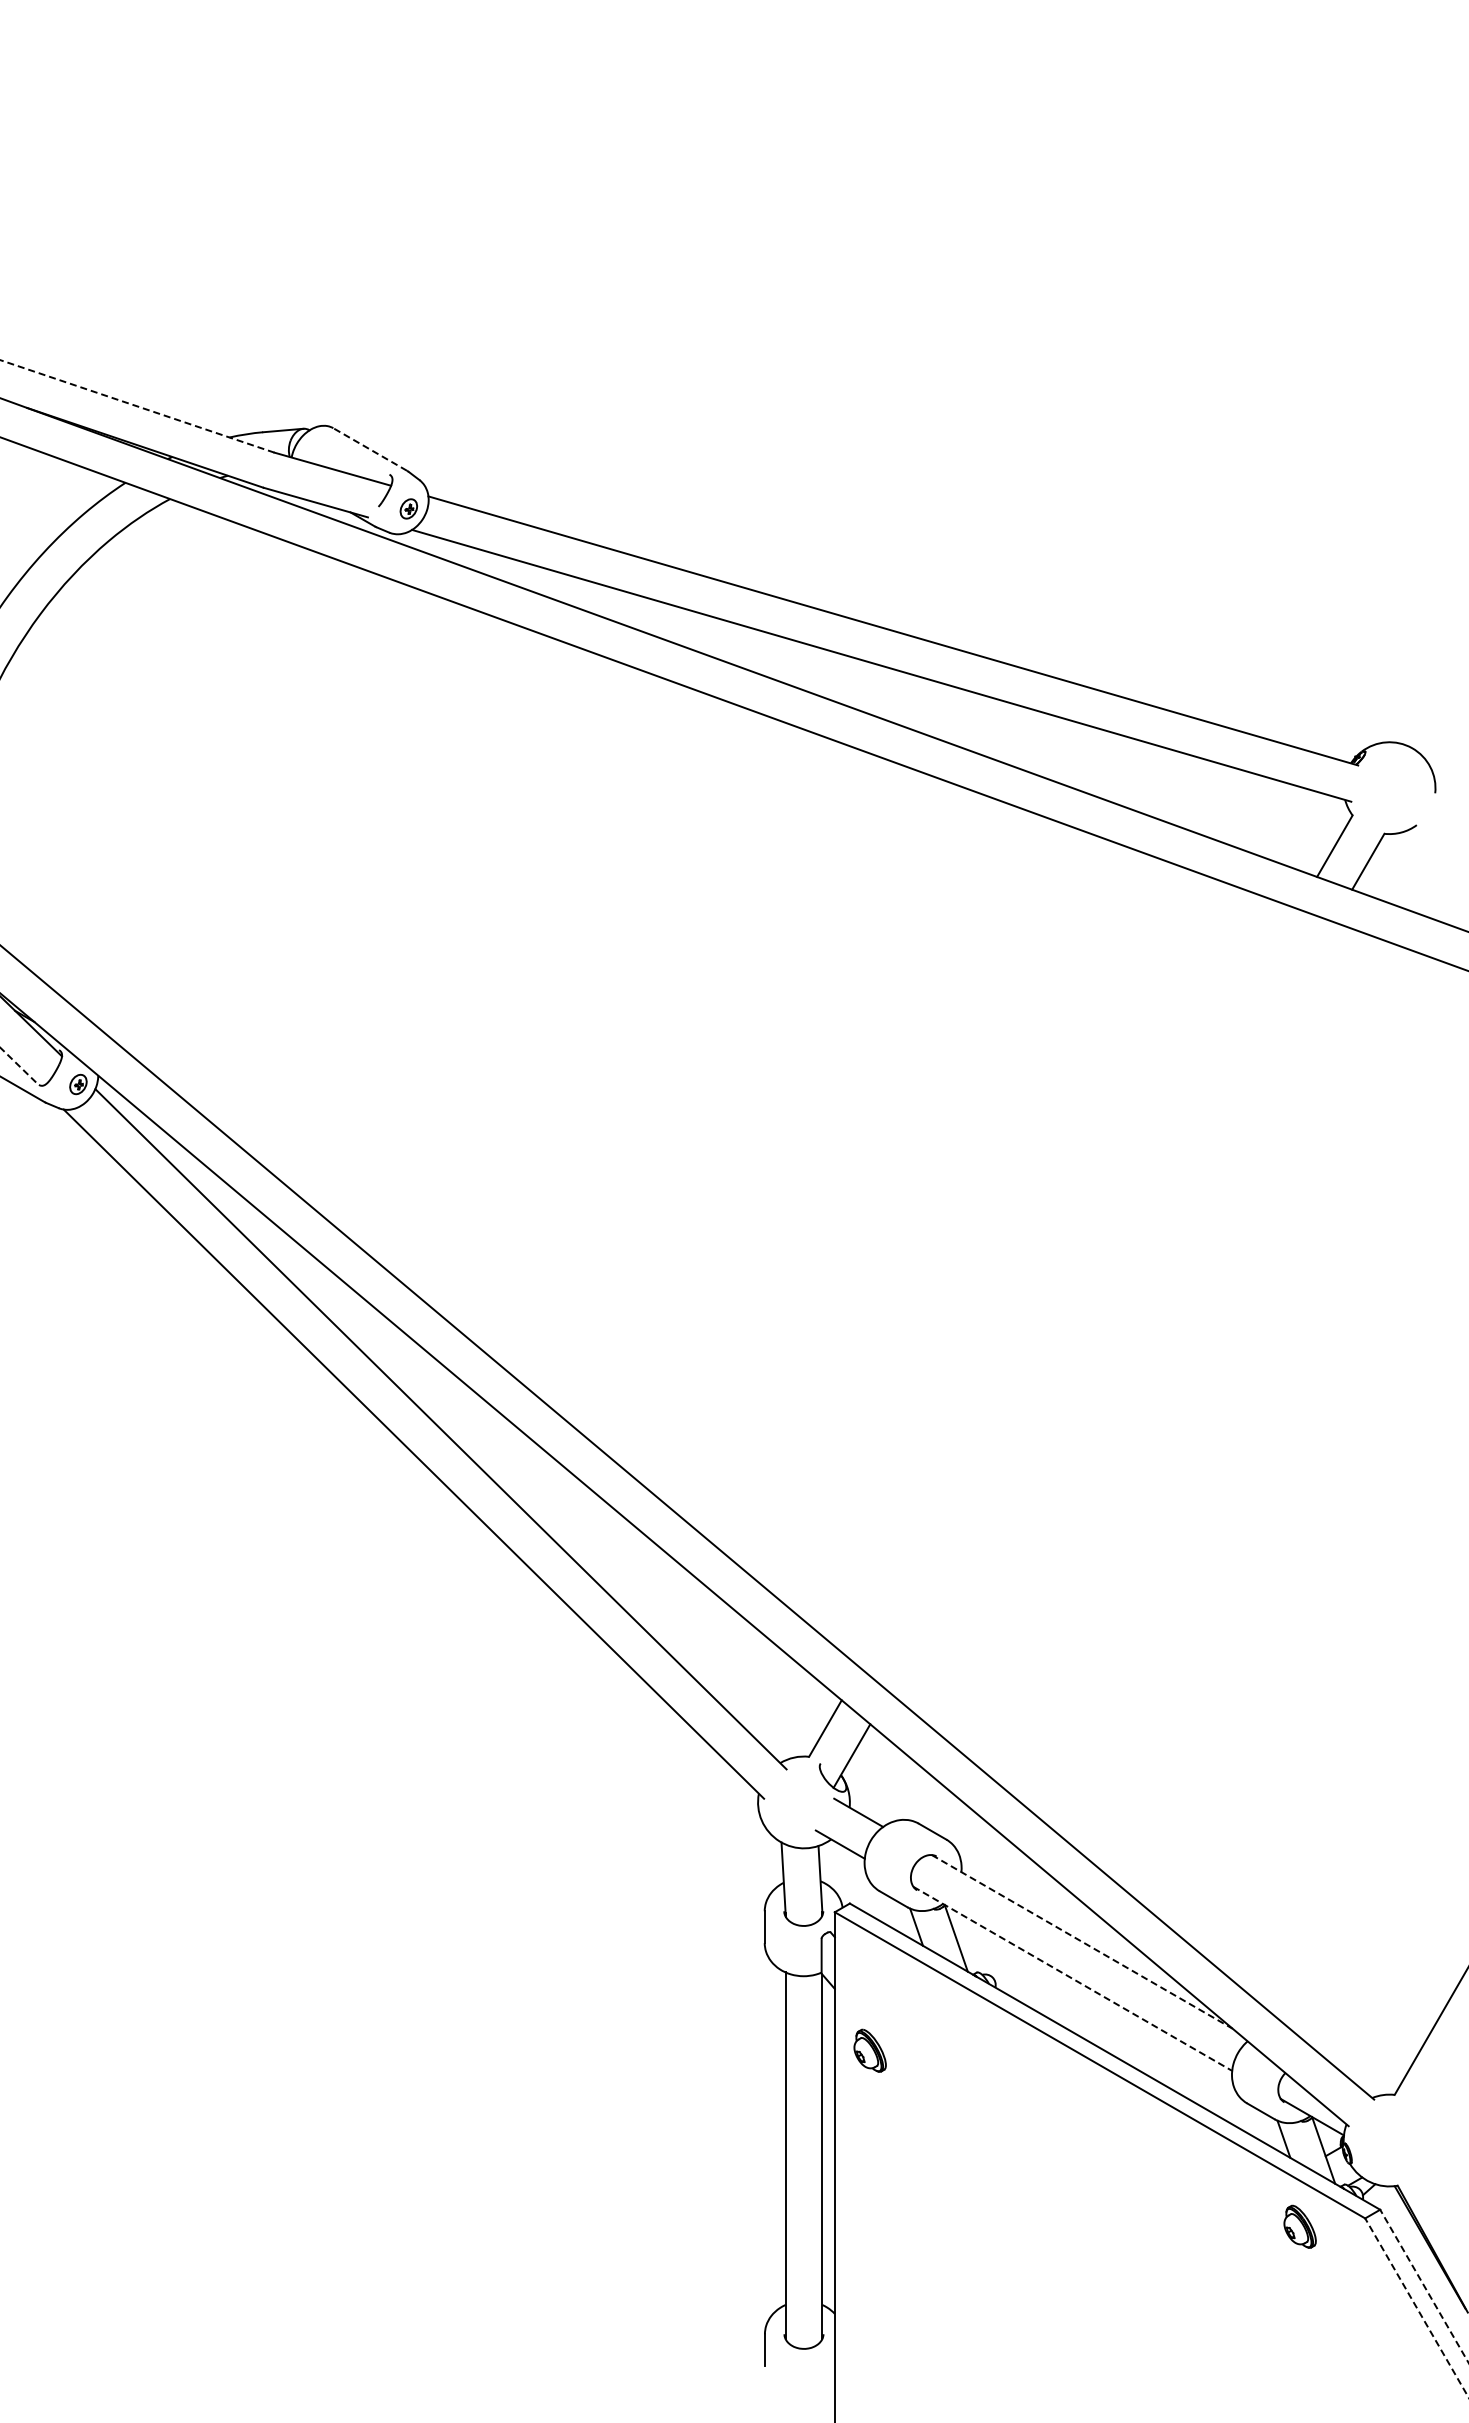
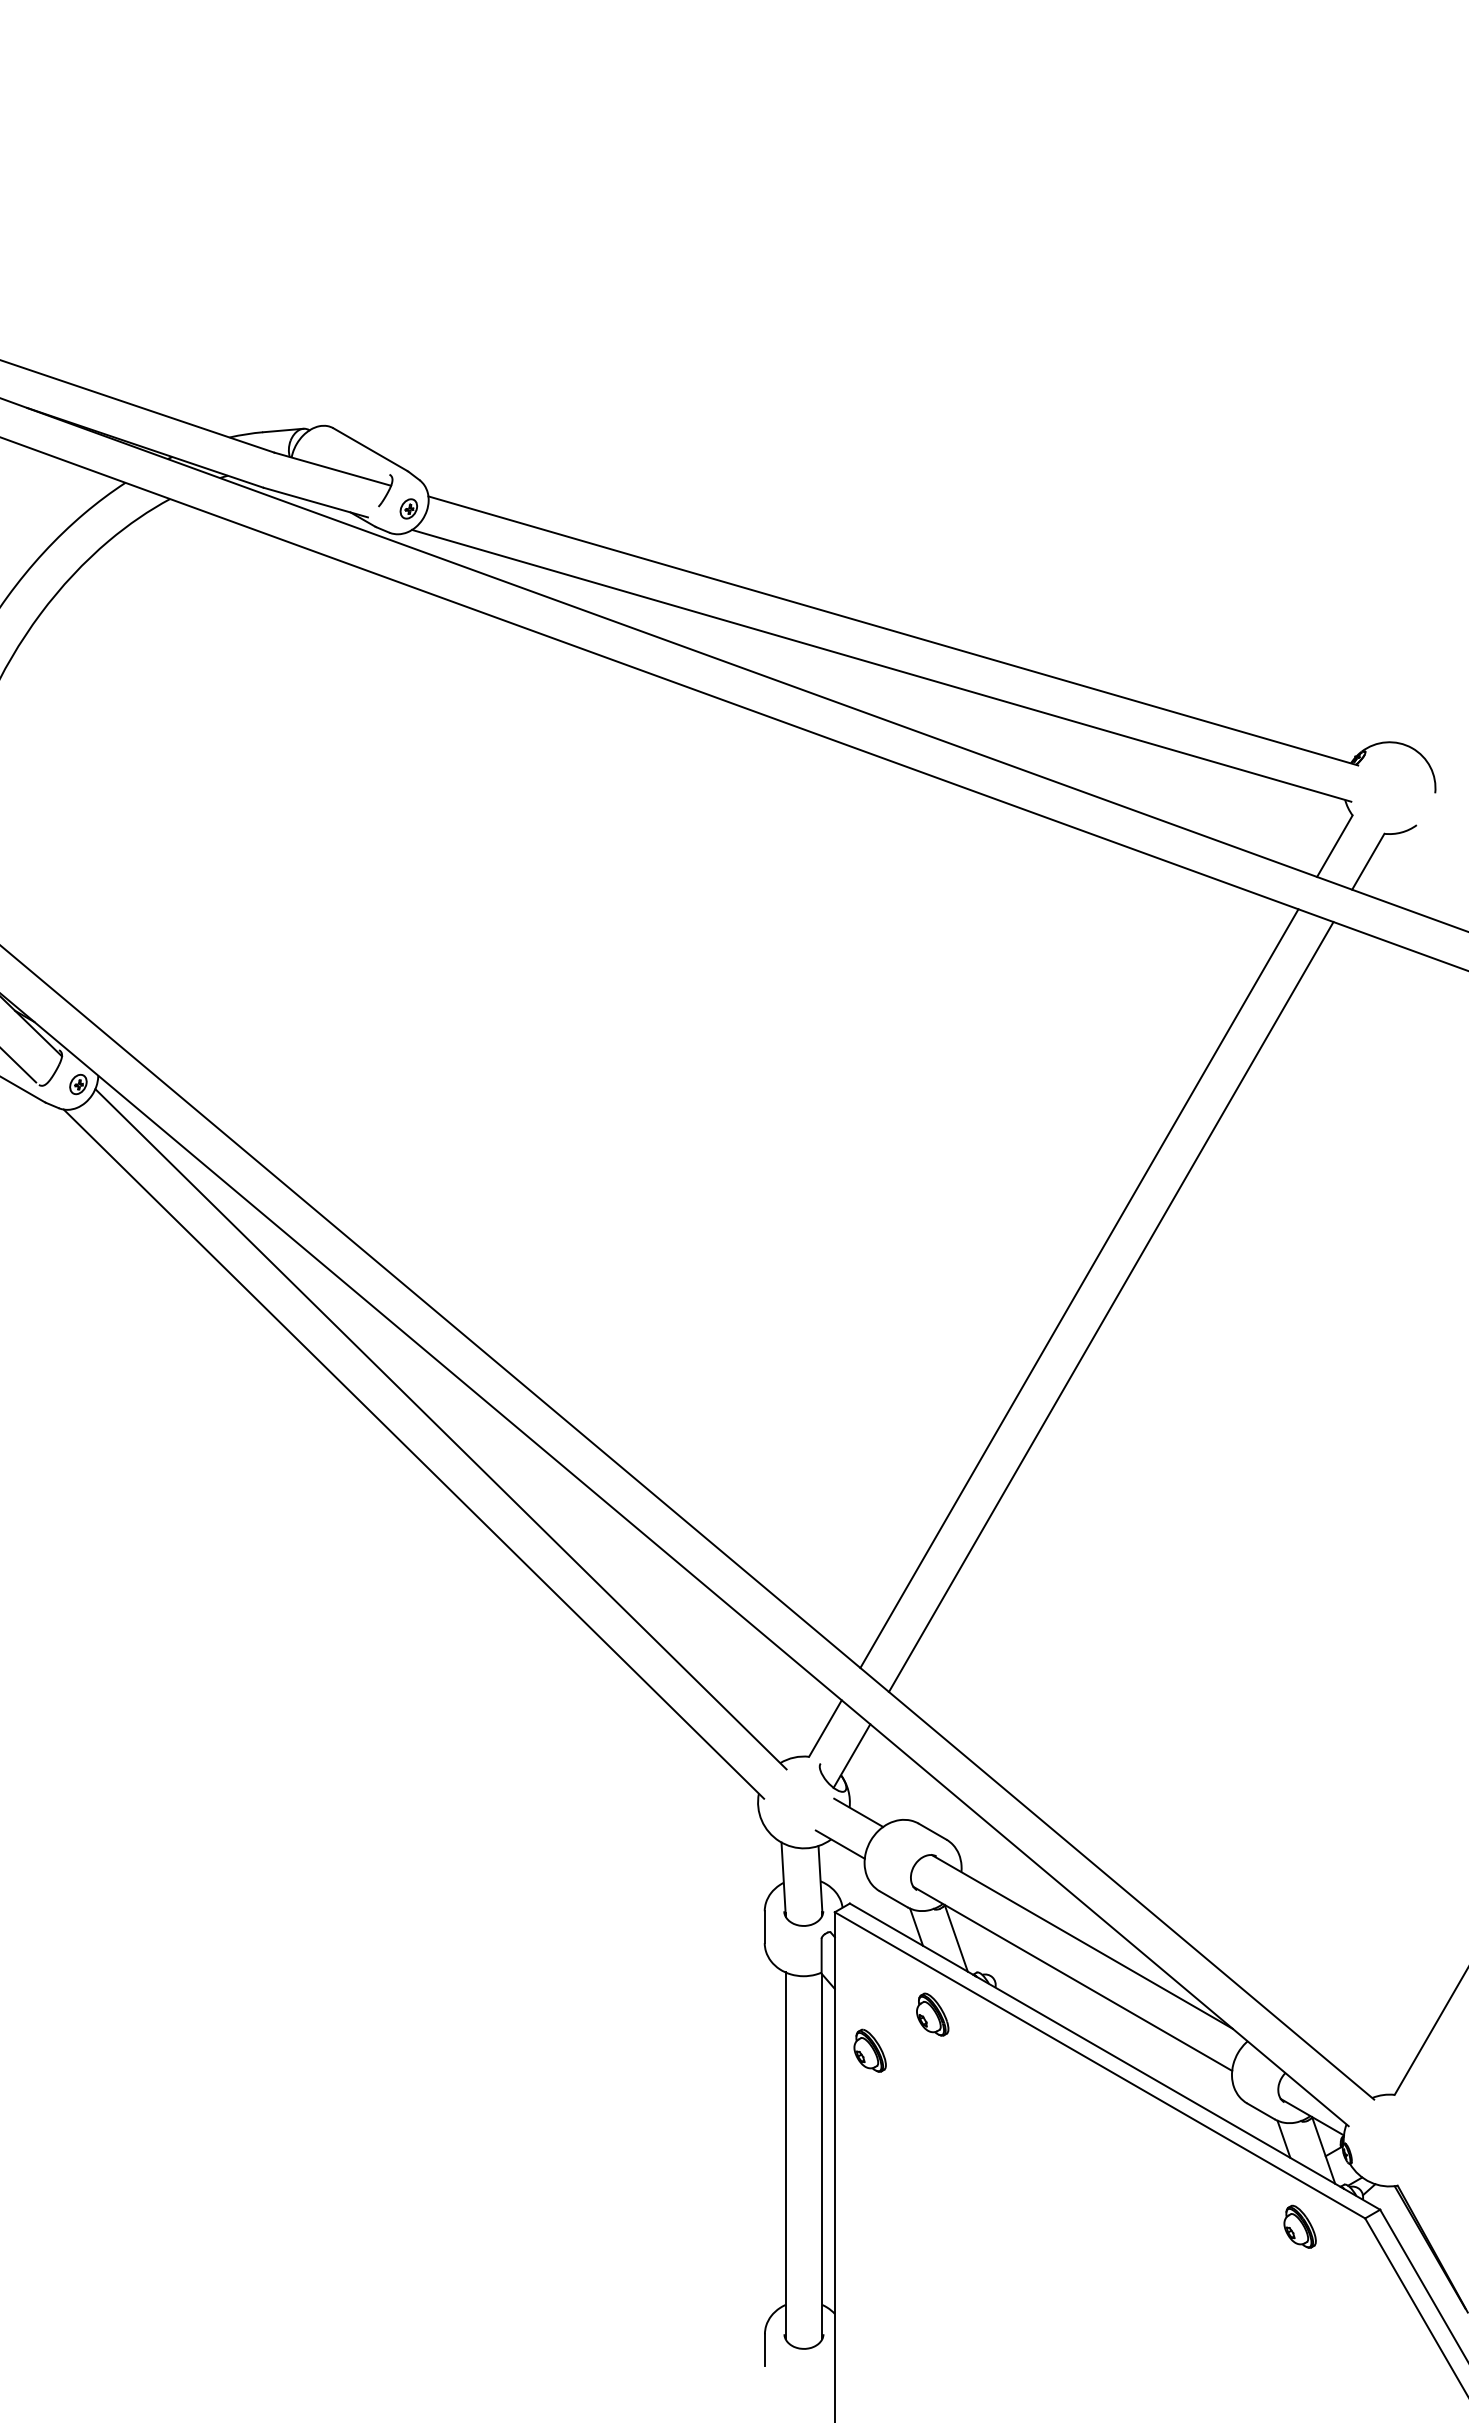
line at (137, 406): dashed -> solid
line at (370, 449): dashed -> solid
line at (18, 1065): dashed -> solid
line at (1079, 1288): none -> present
line at (1110, 1306): none -> present
line at (1082, 1941): dashed -> solid
line at (1073, 1979): dashed -> solid
part at (932, 2014): none -> present
line at (1424, 2285): dashed -> solid
line at (1416, 2307): dashed -> solid
